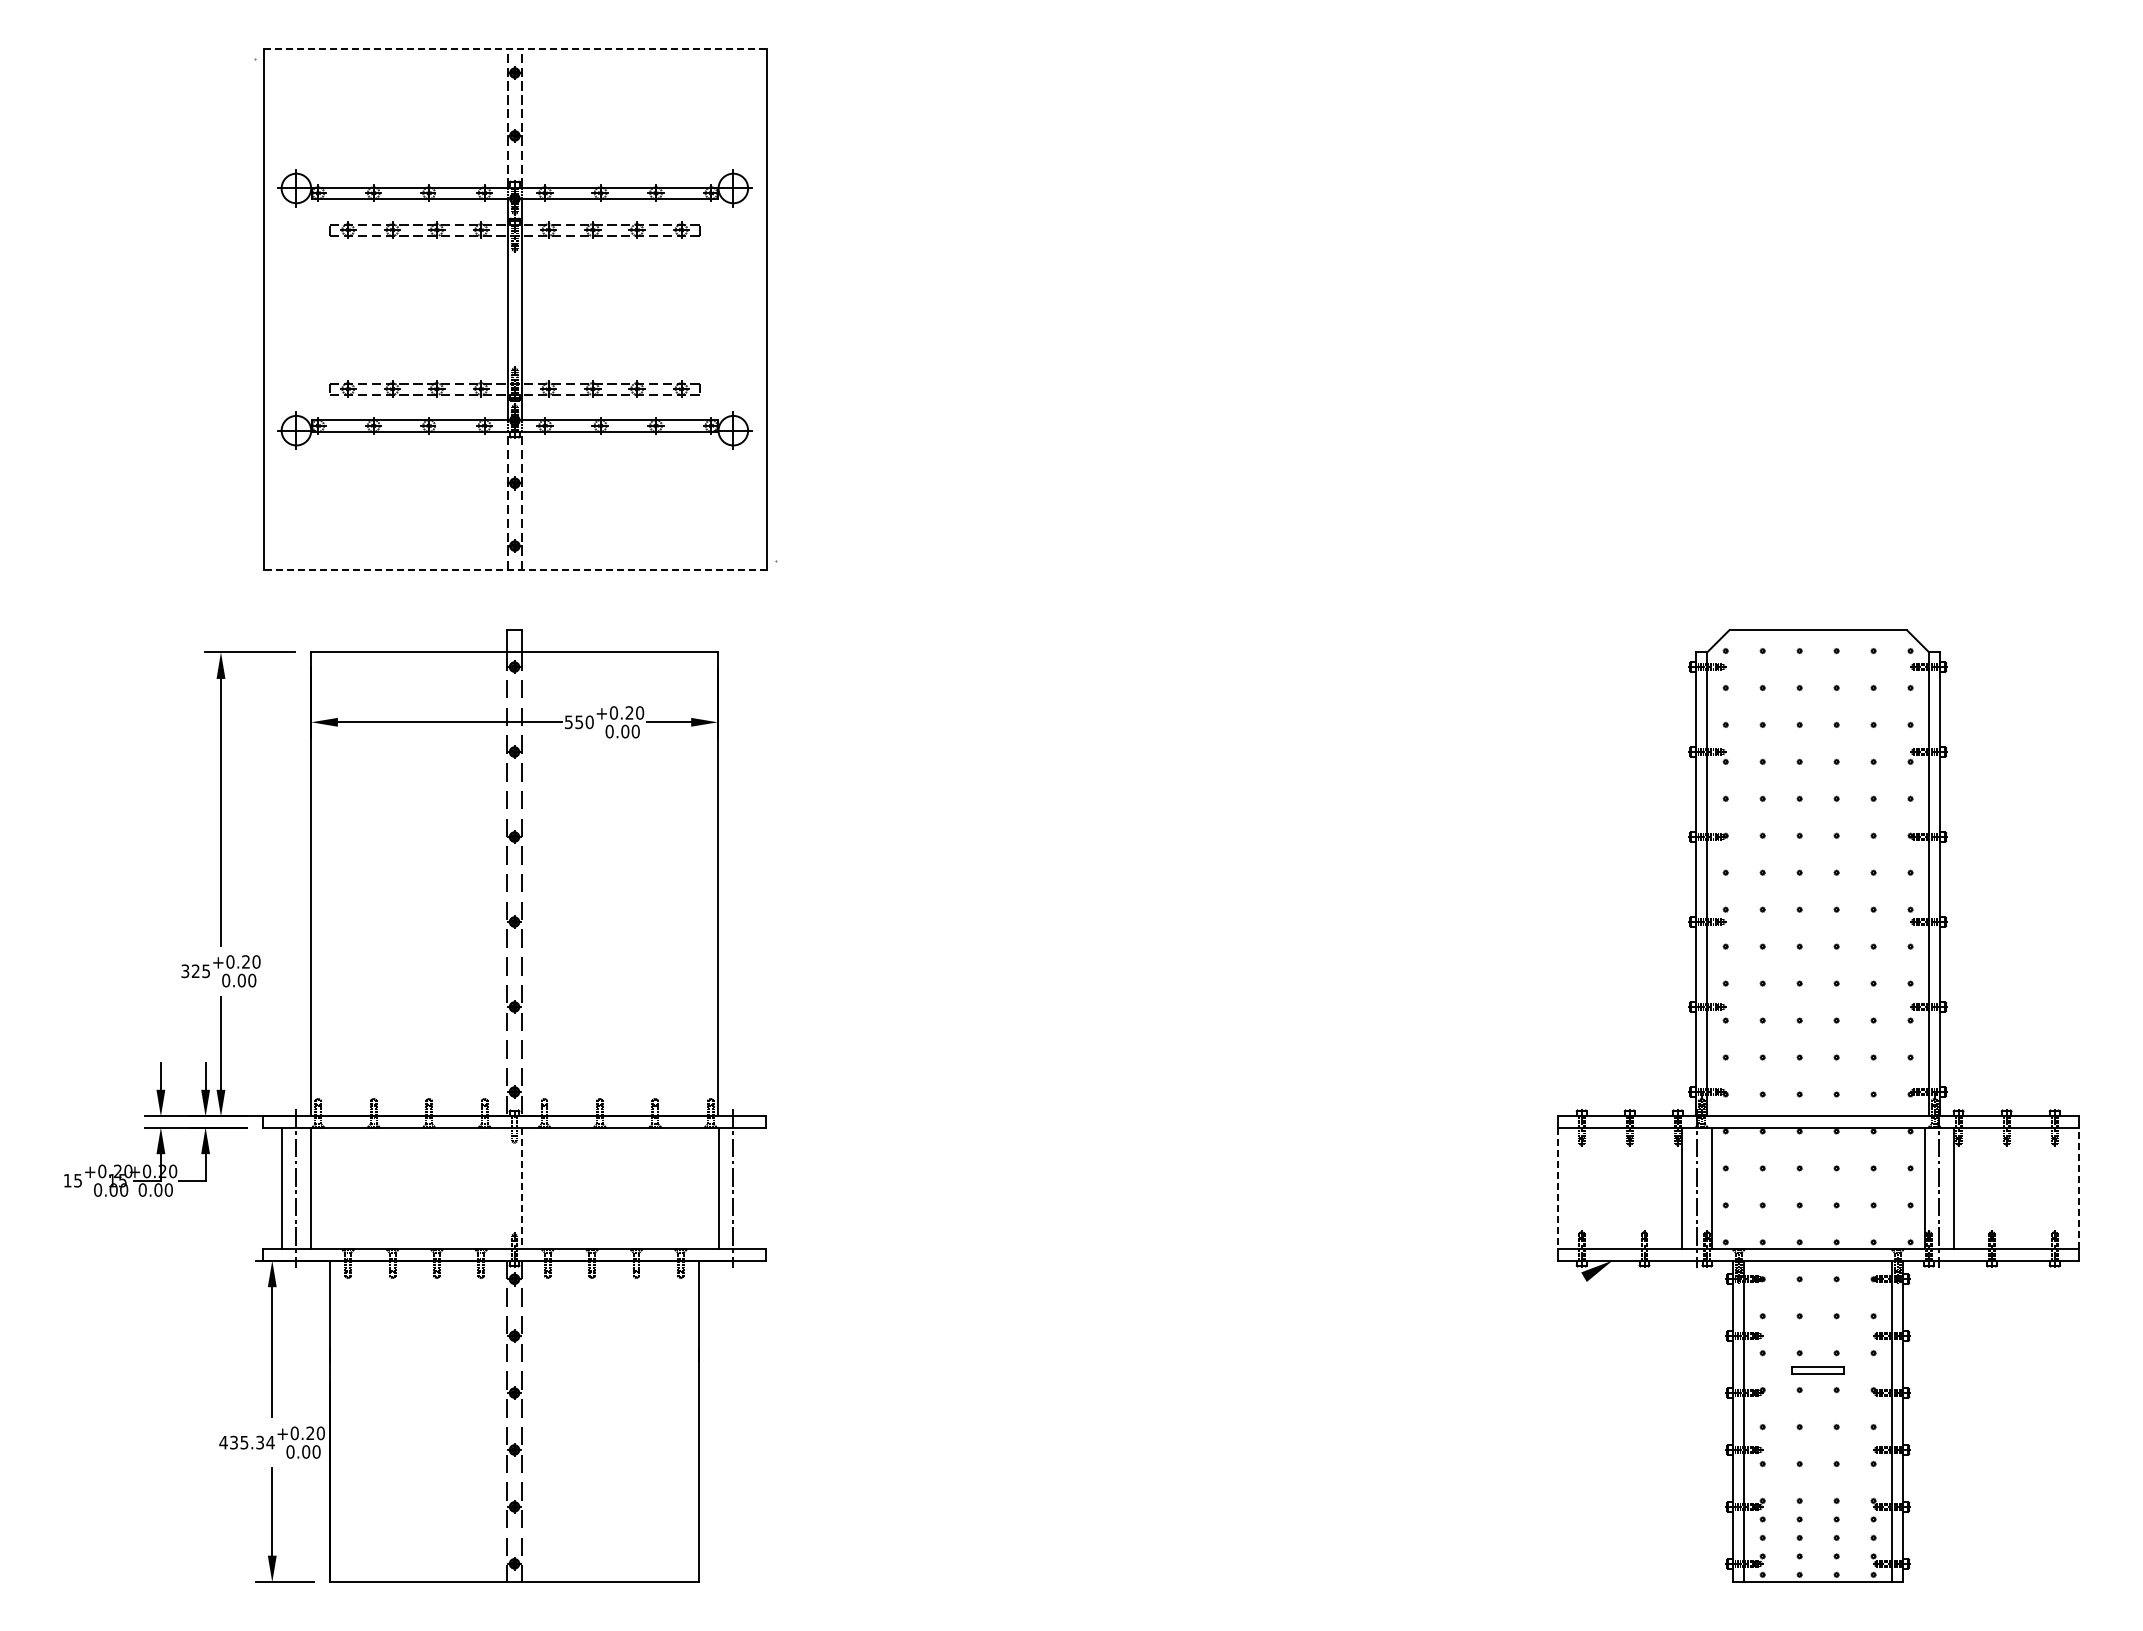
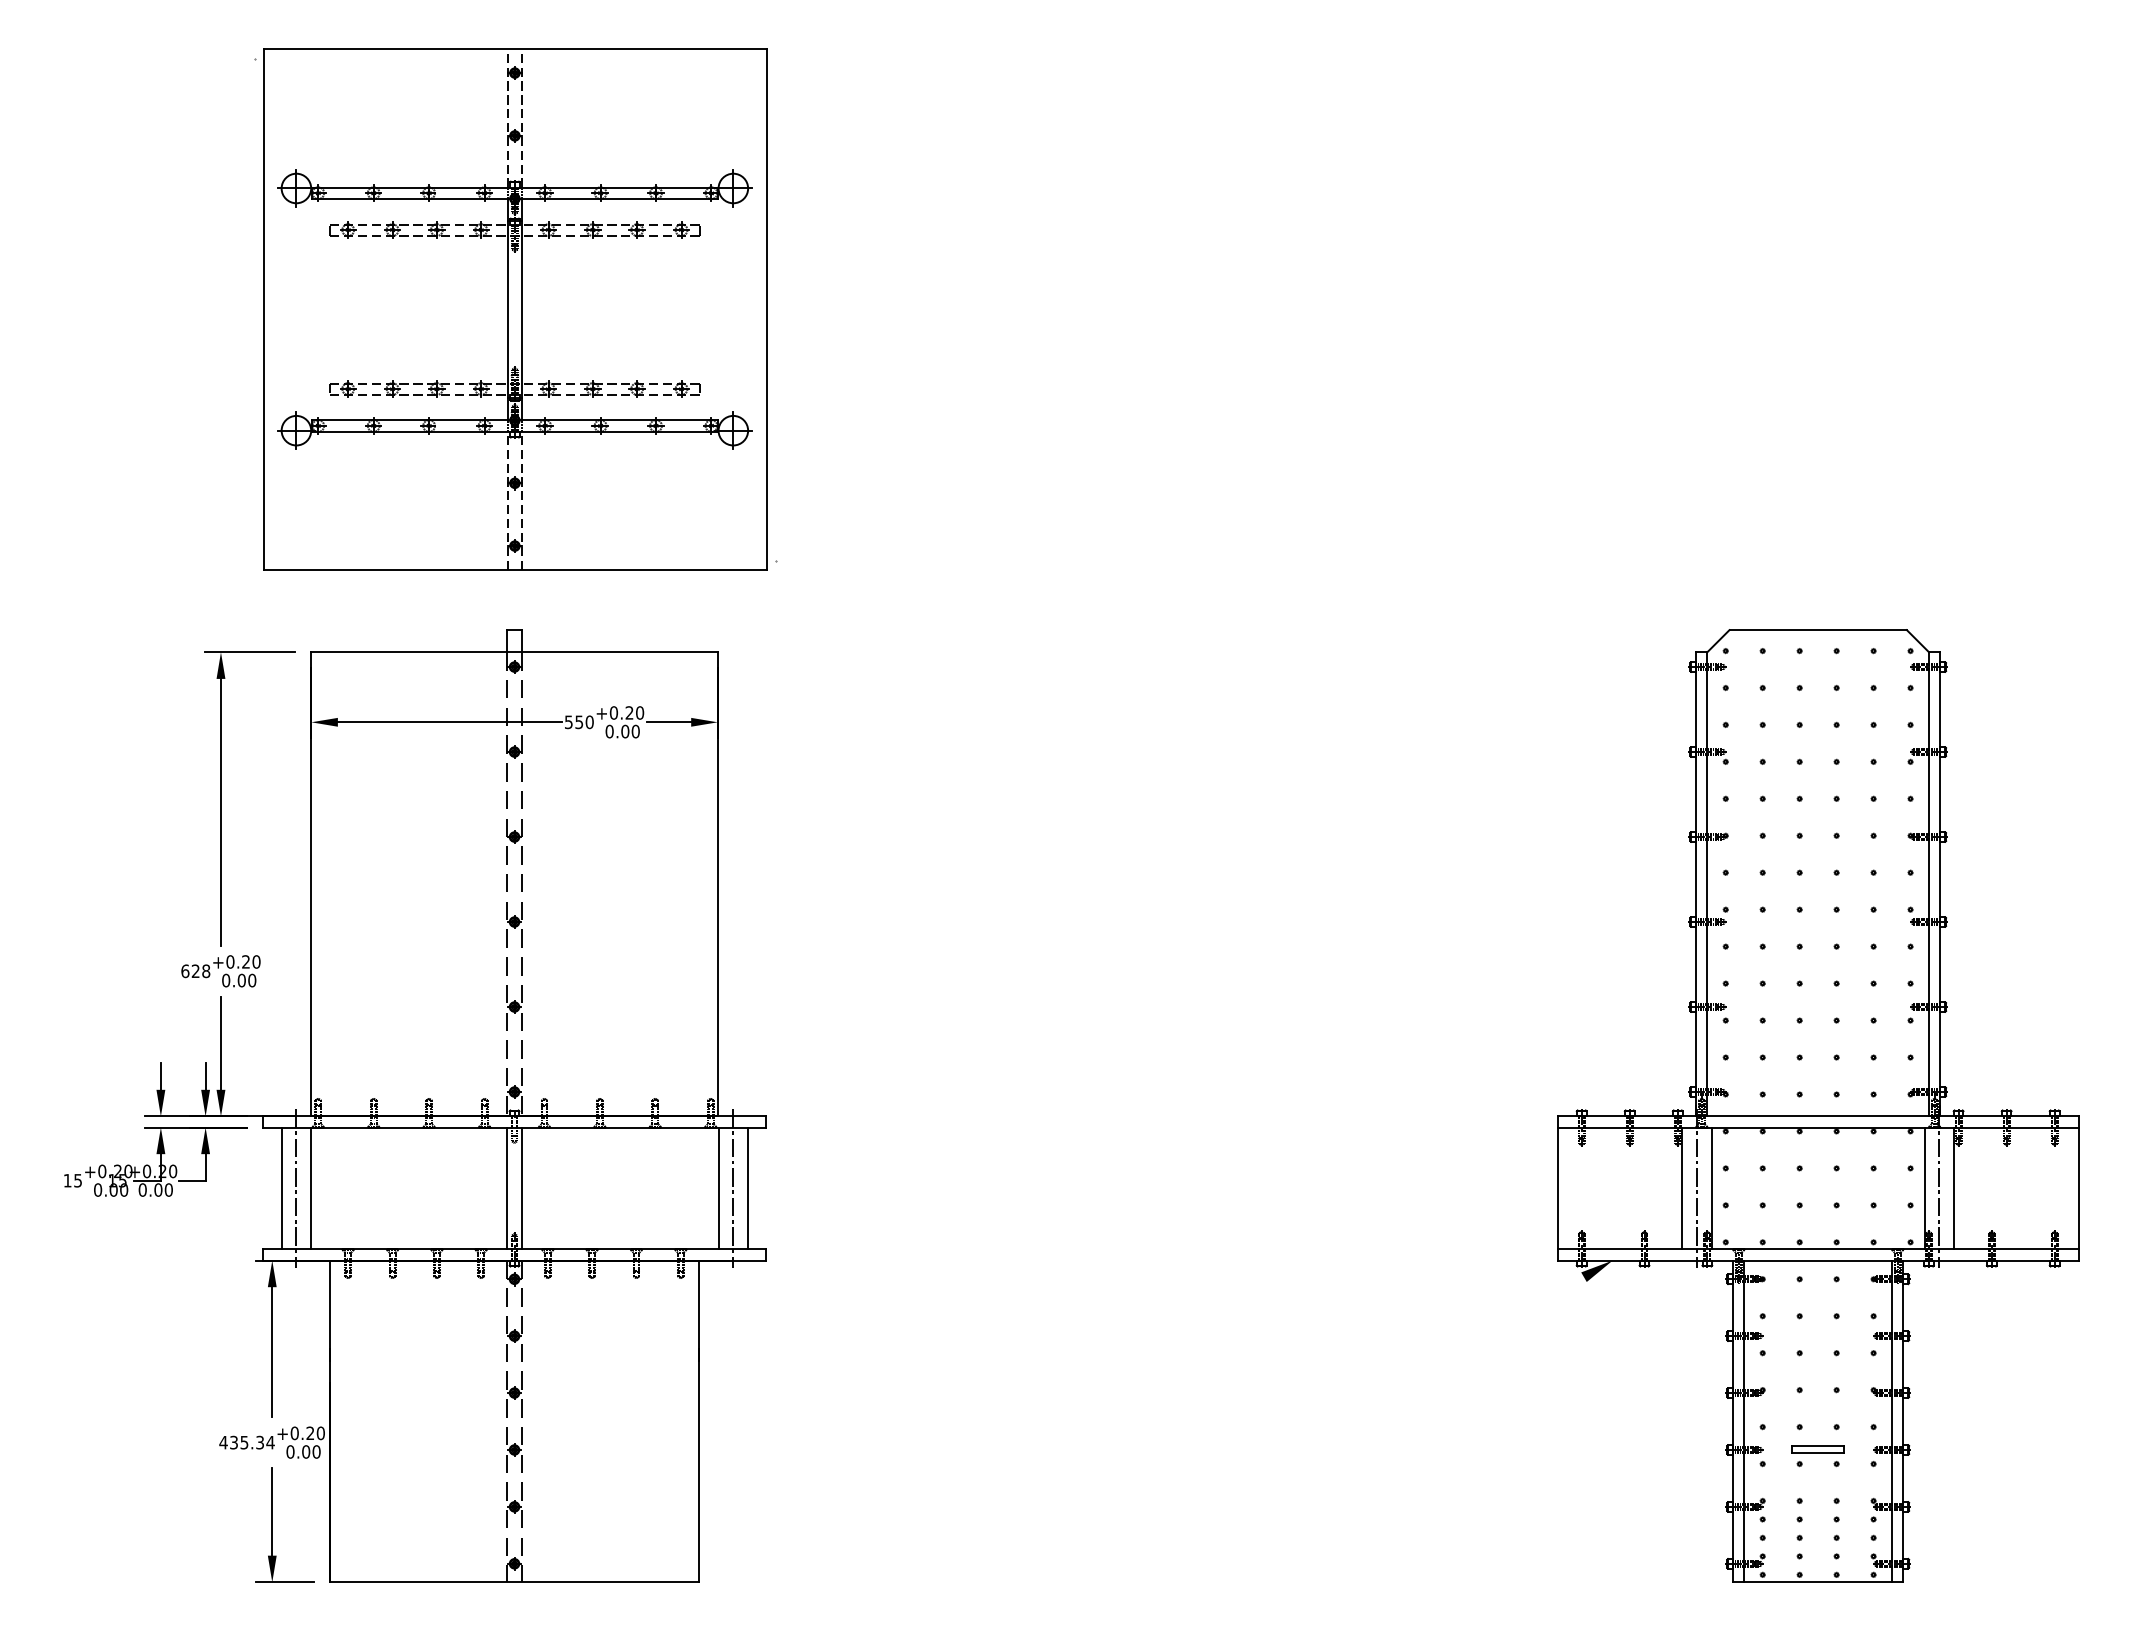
line at (515, 48): dashed -> solid
line at (514, 569): dashed -> solid
text at (195, 971): 325 -> 628
line at (507, 1188): none -> present
line at (521, 1188): dashed -> solid
line at (748, 1188): none -> present
line at (1557, 1188): dashed -> solid
line at (2078, 1188): dashed -> solid
part at (1817, 1370) position: (1817, 1370) -> (1817, 1449)
